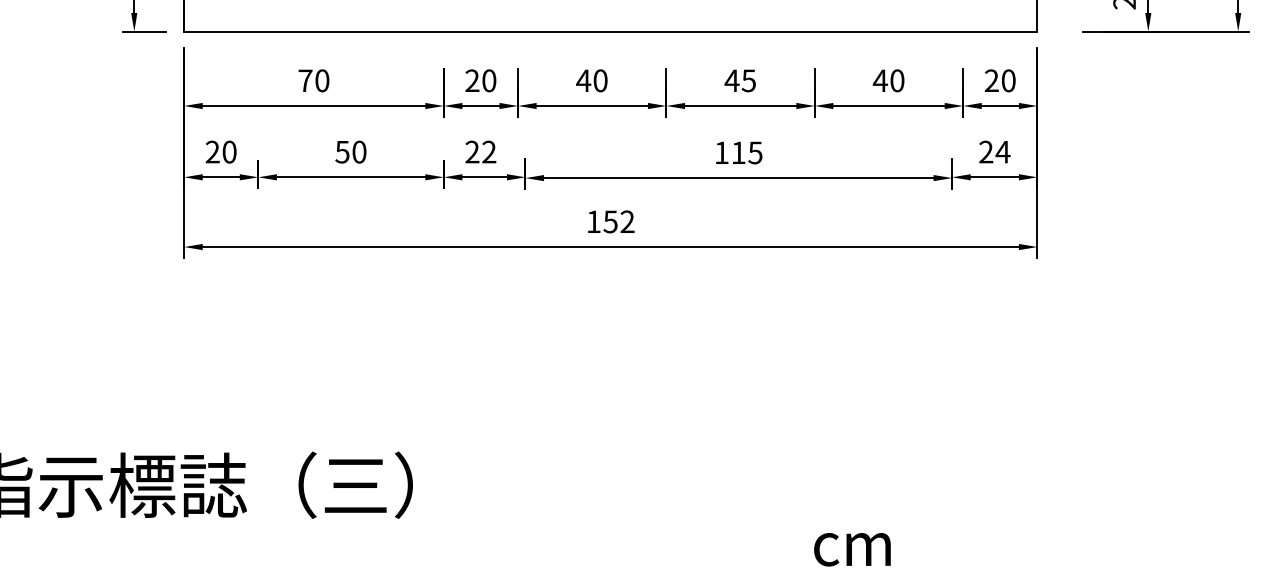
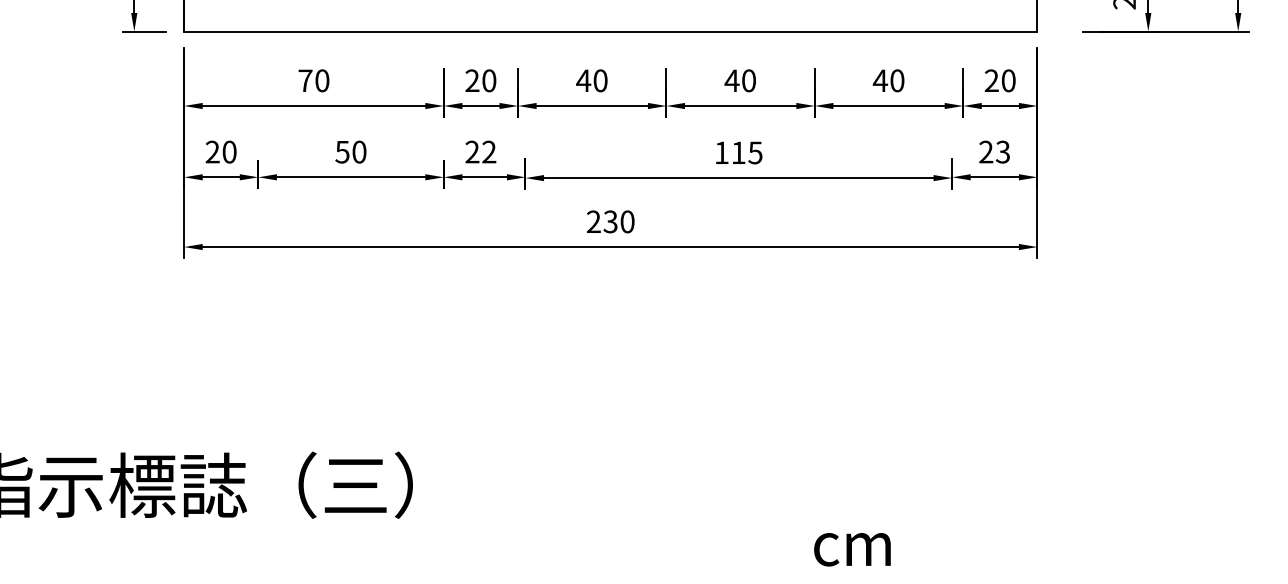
text at (748, 80): 45 -> 40
text at (1002, 151): 24 -> 23
text at (610, 221): 152 -> 230
